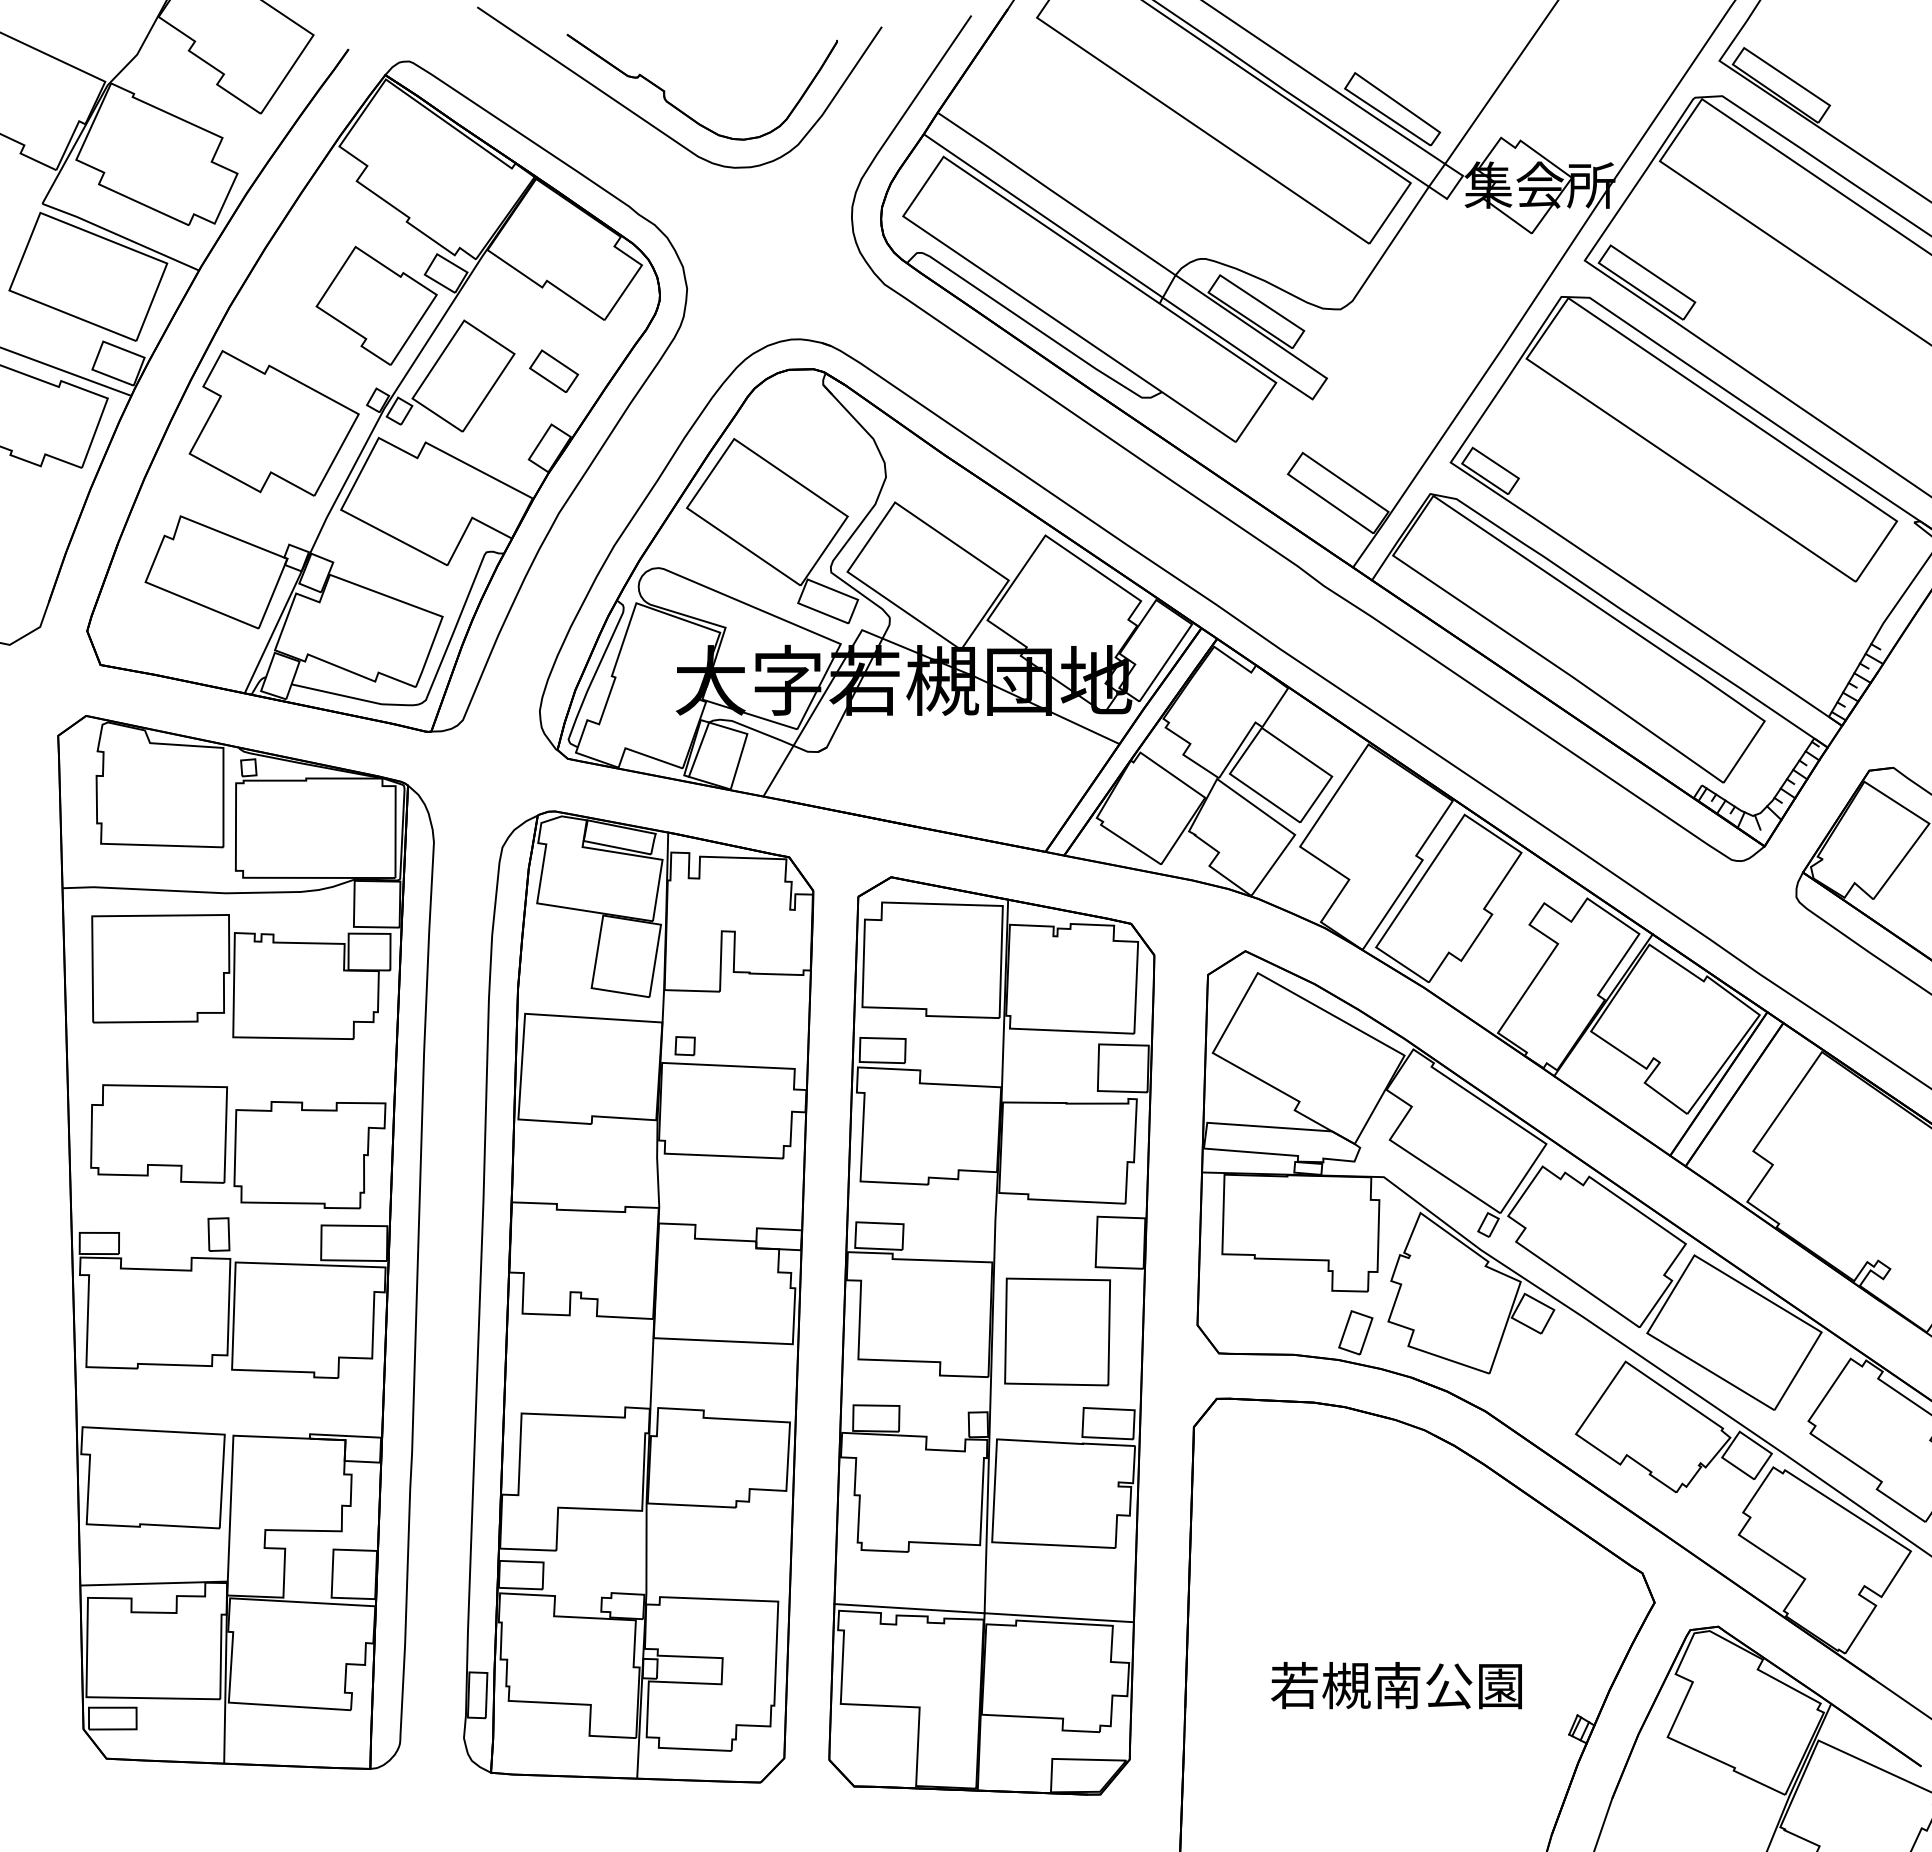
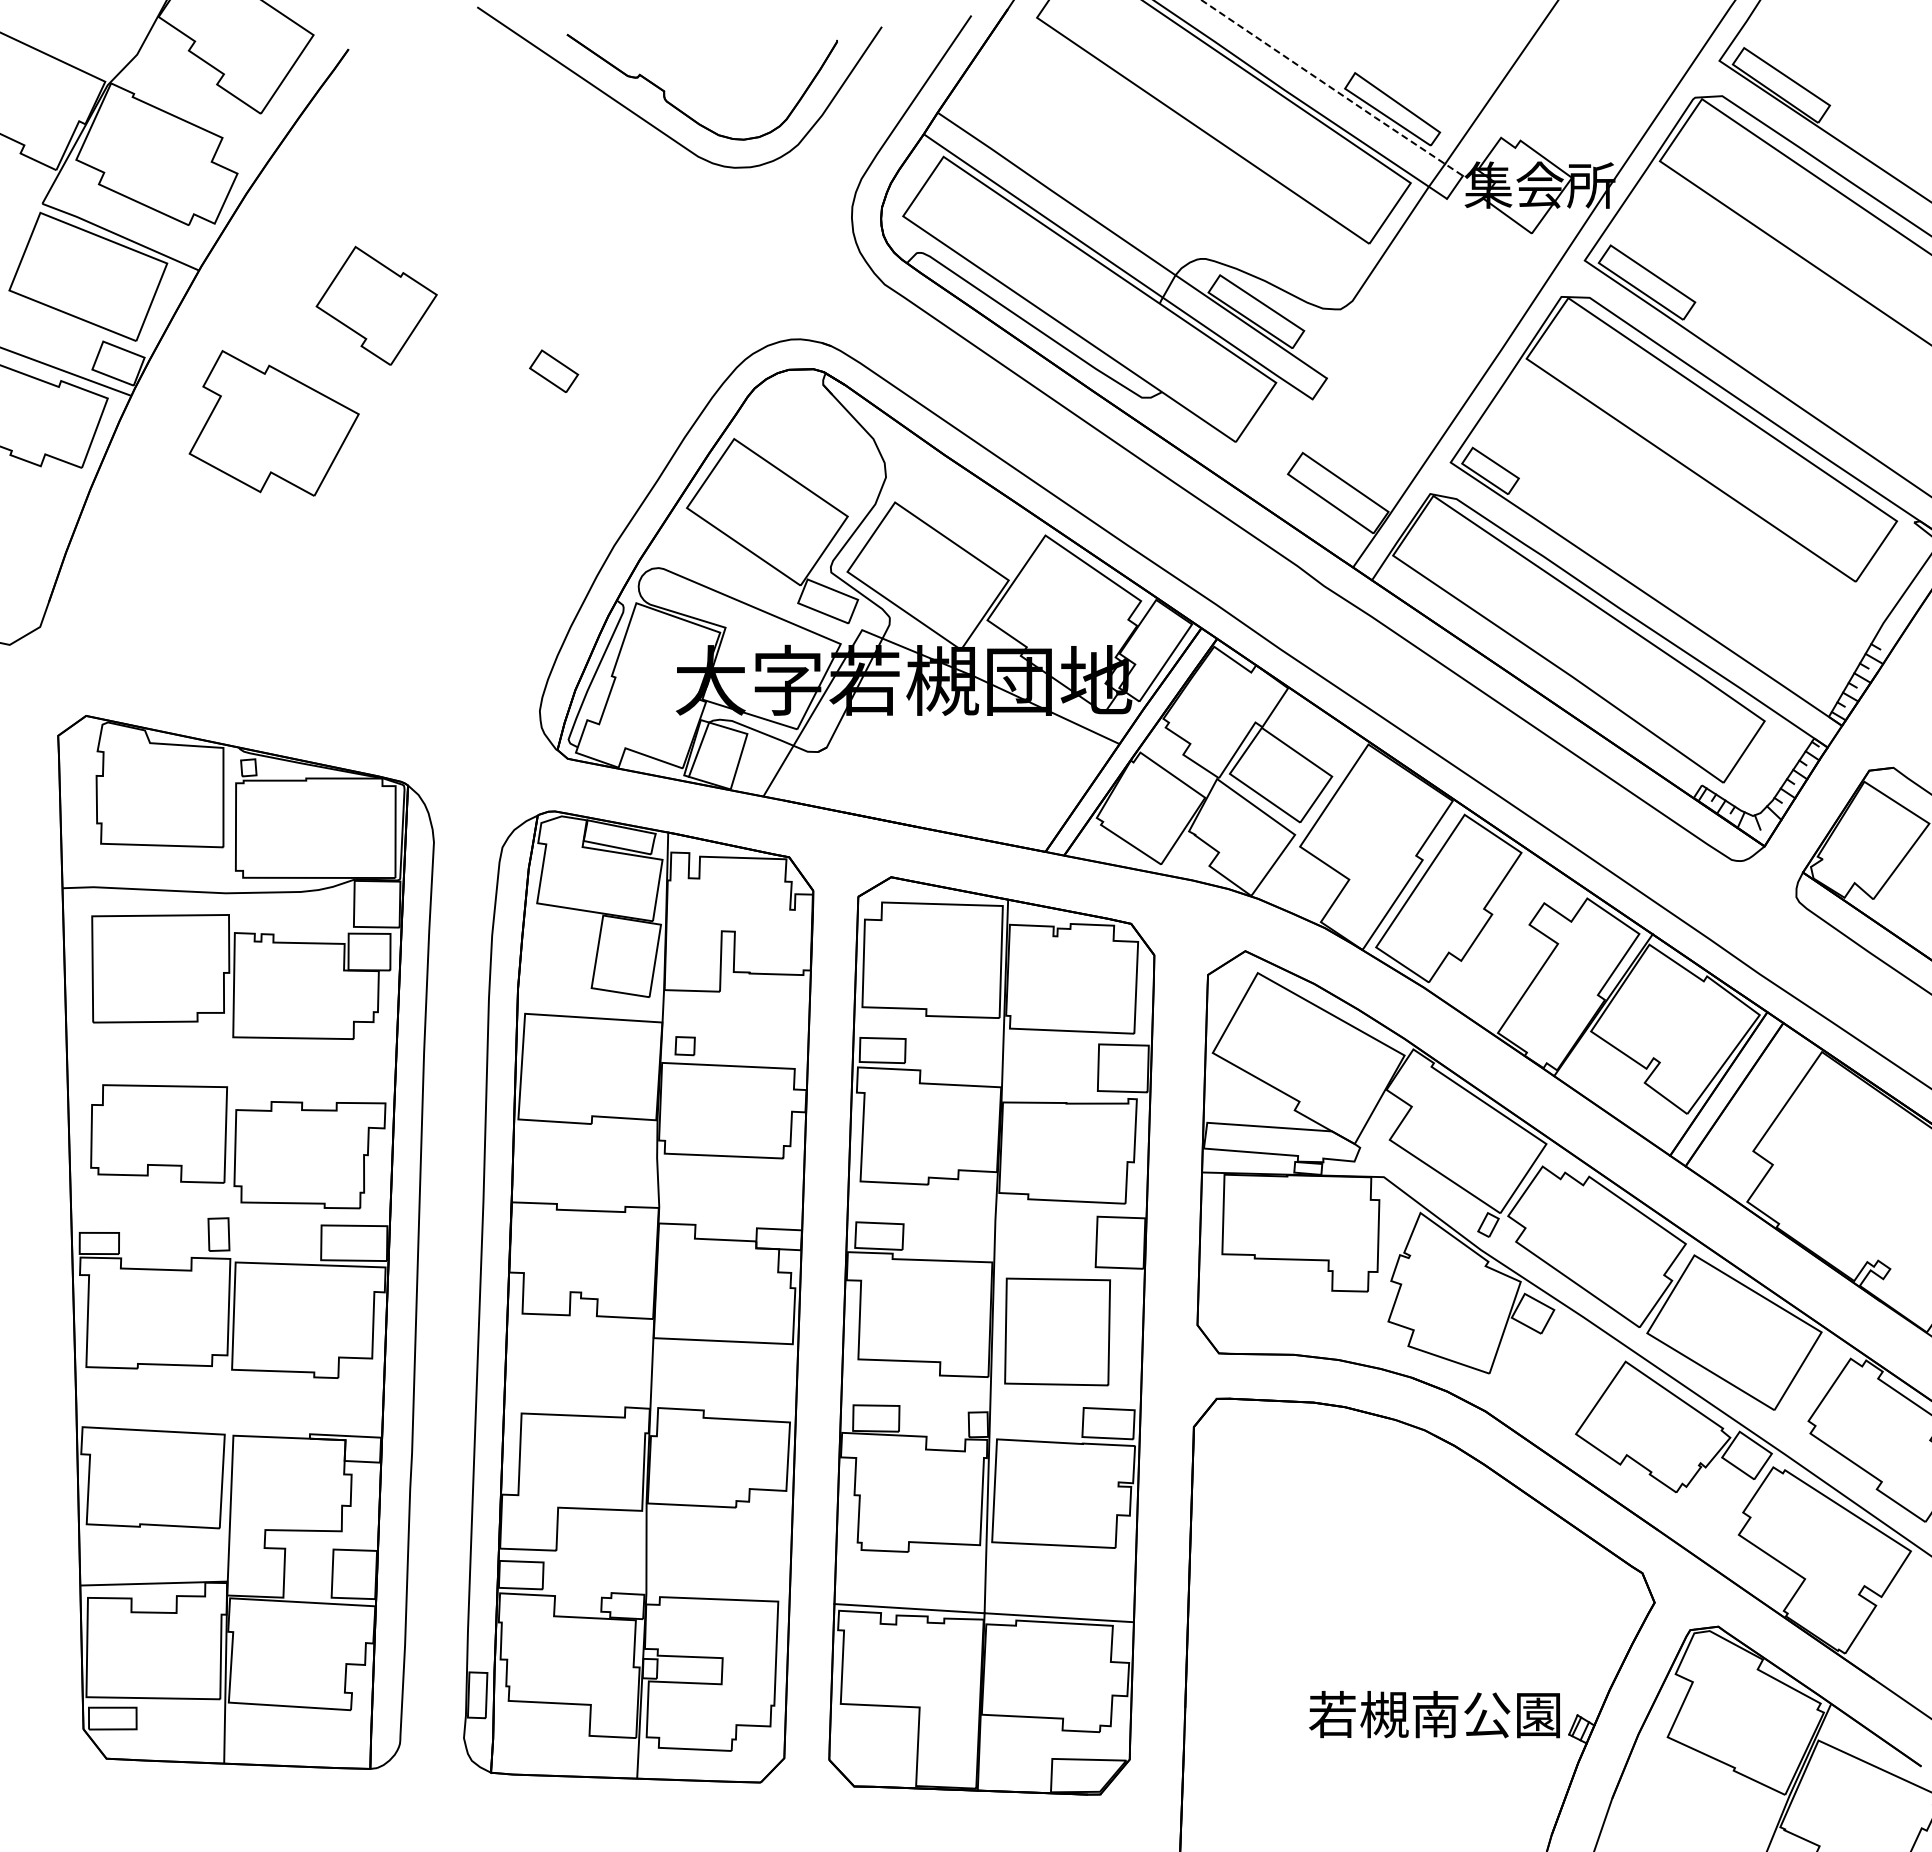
line at (1333, 89): solid -> dashed
part at (386, 396): present -> none
part at (1355, 1332): present -> none
text at (1396, 1685) position: (1396, 1685) -> (1434, 1714)
